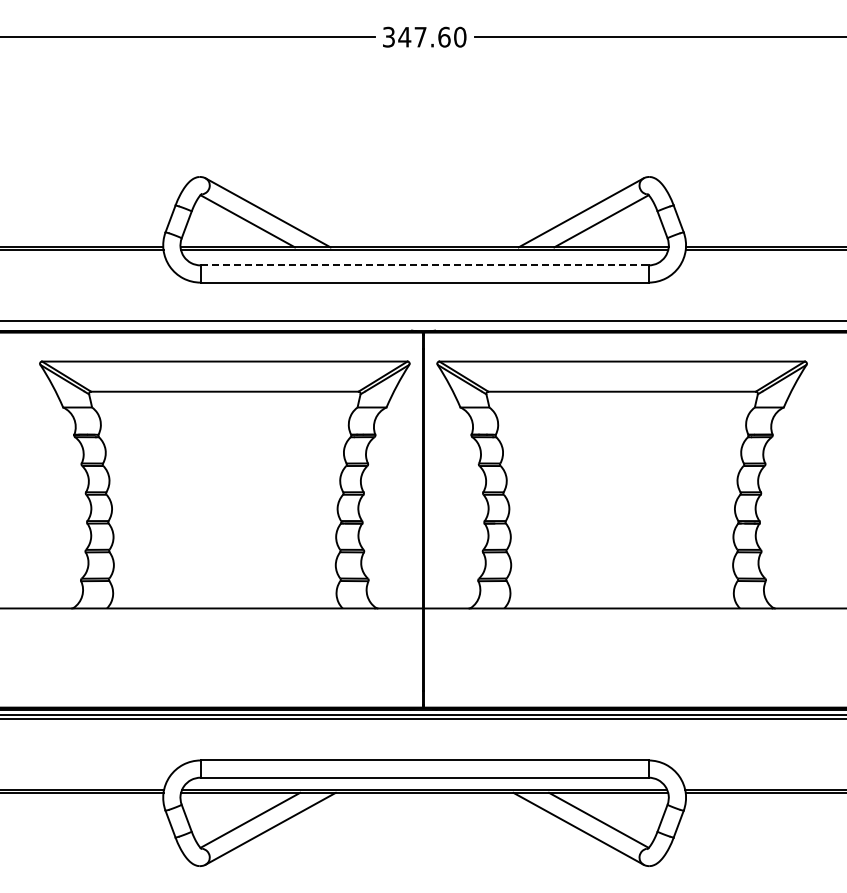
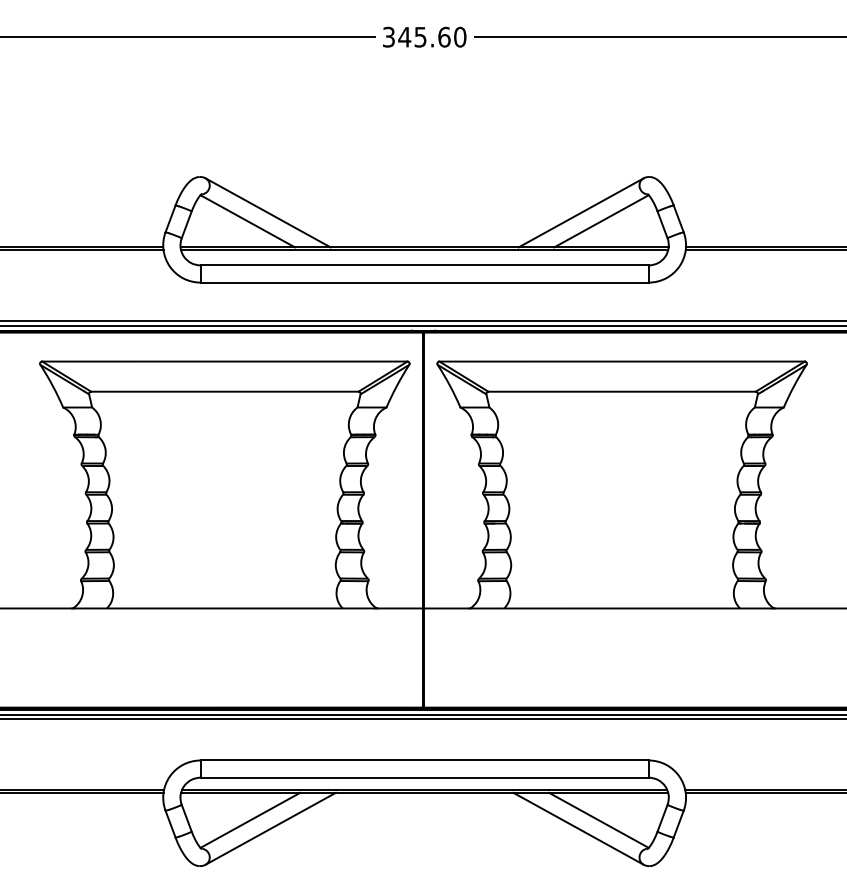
text at (420, 37): 347.60 -> 345.60
line at (425, 265): dashed -> solid
line at (422, 325): none -> present
